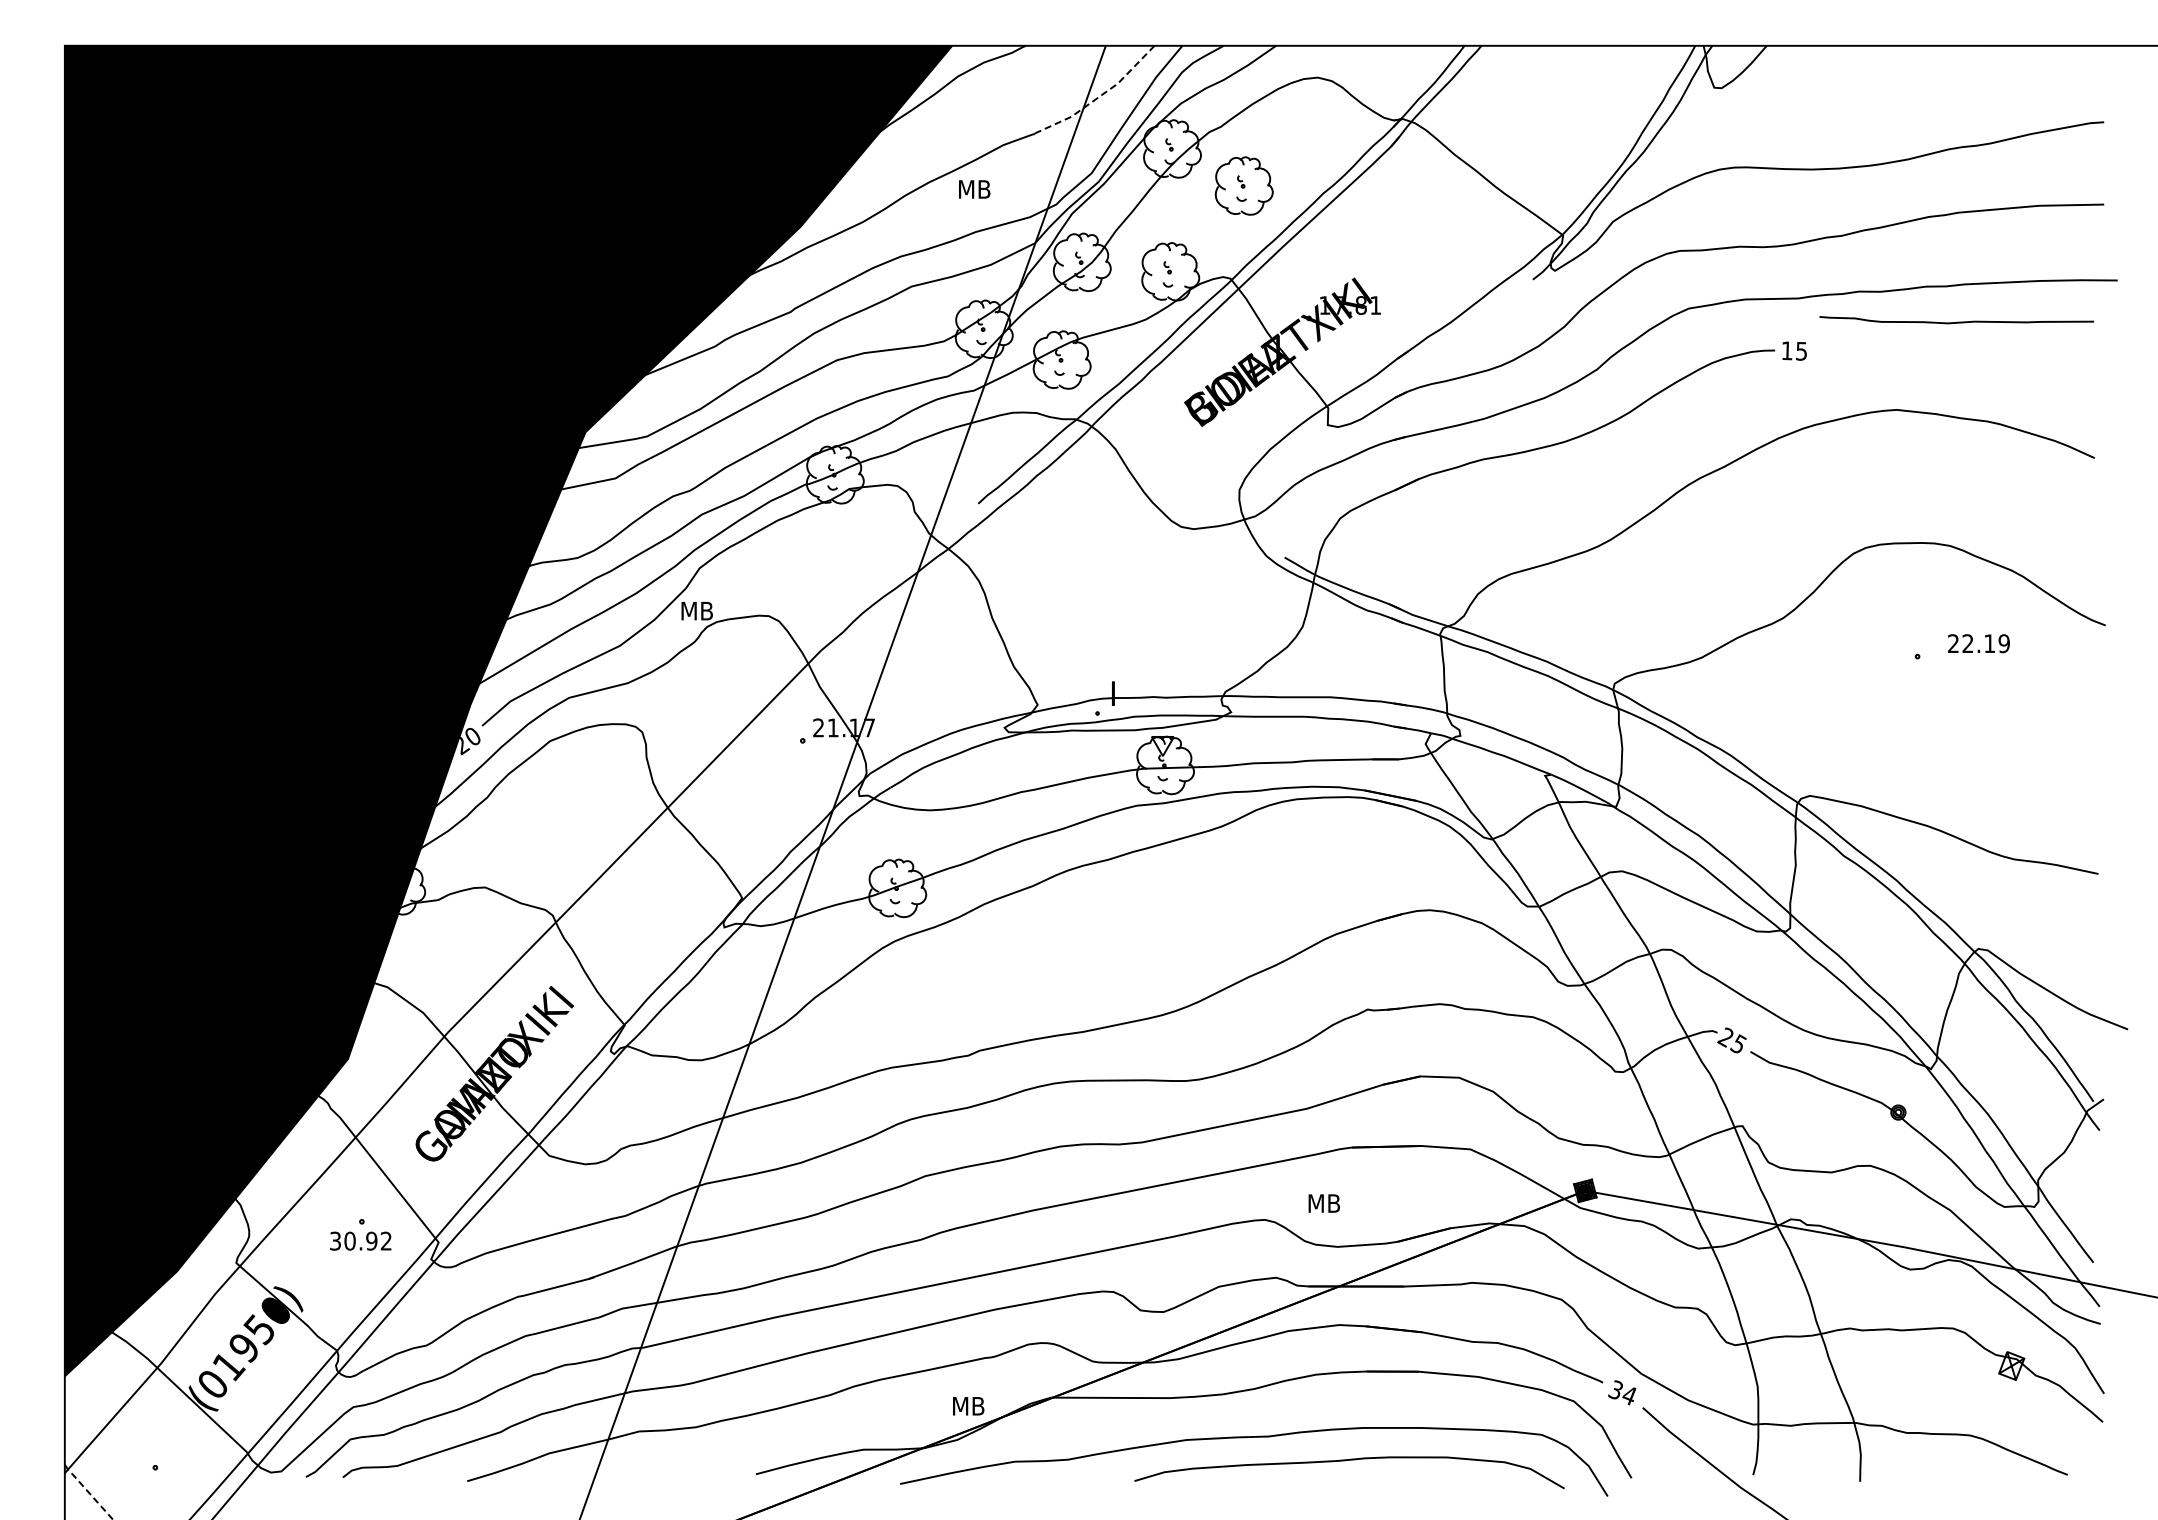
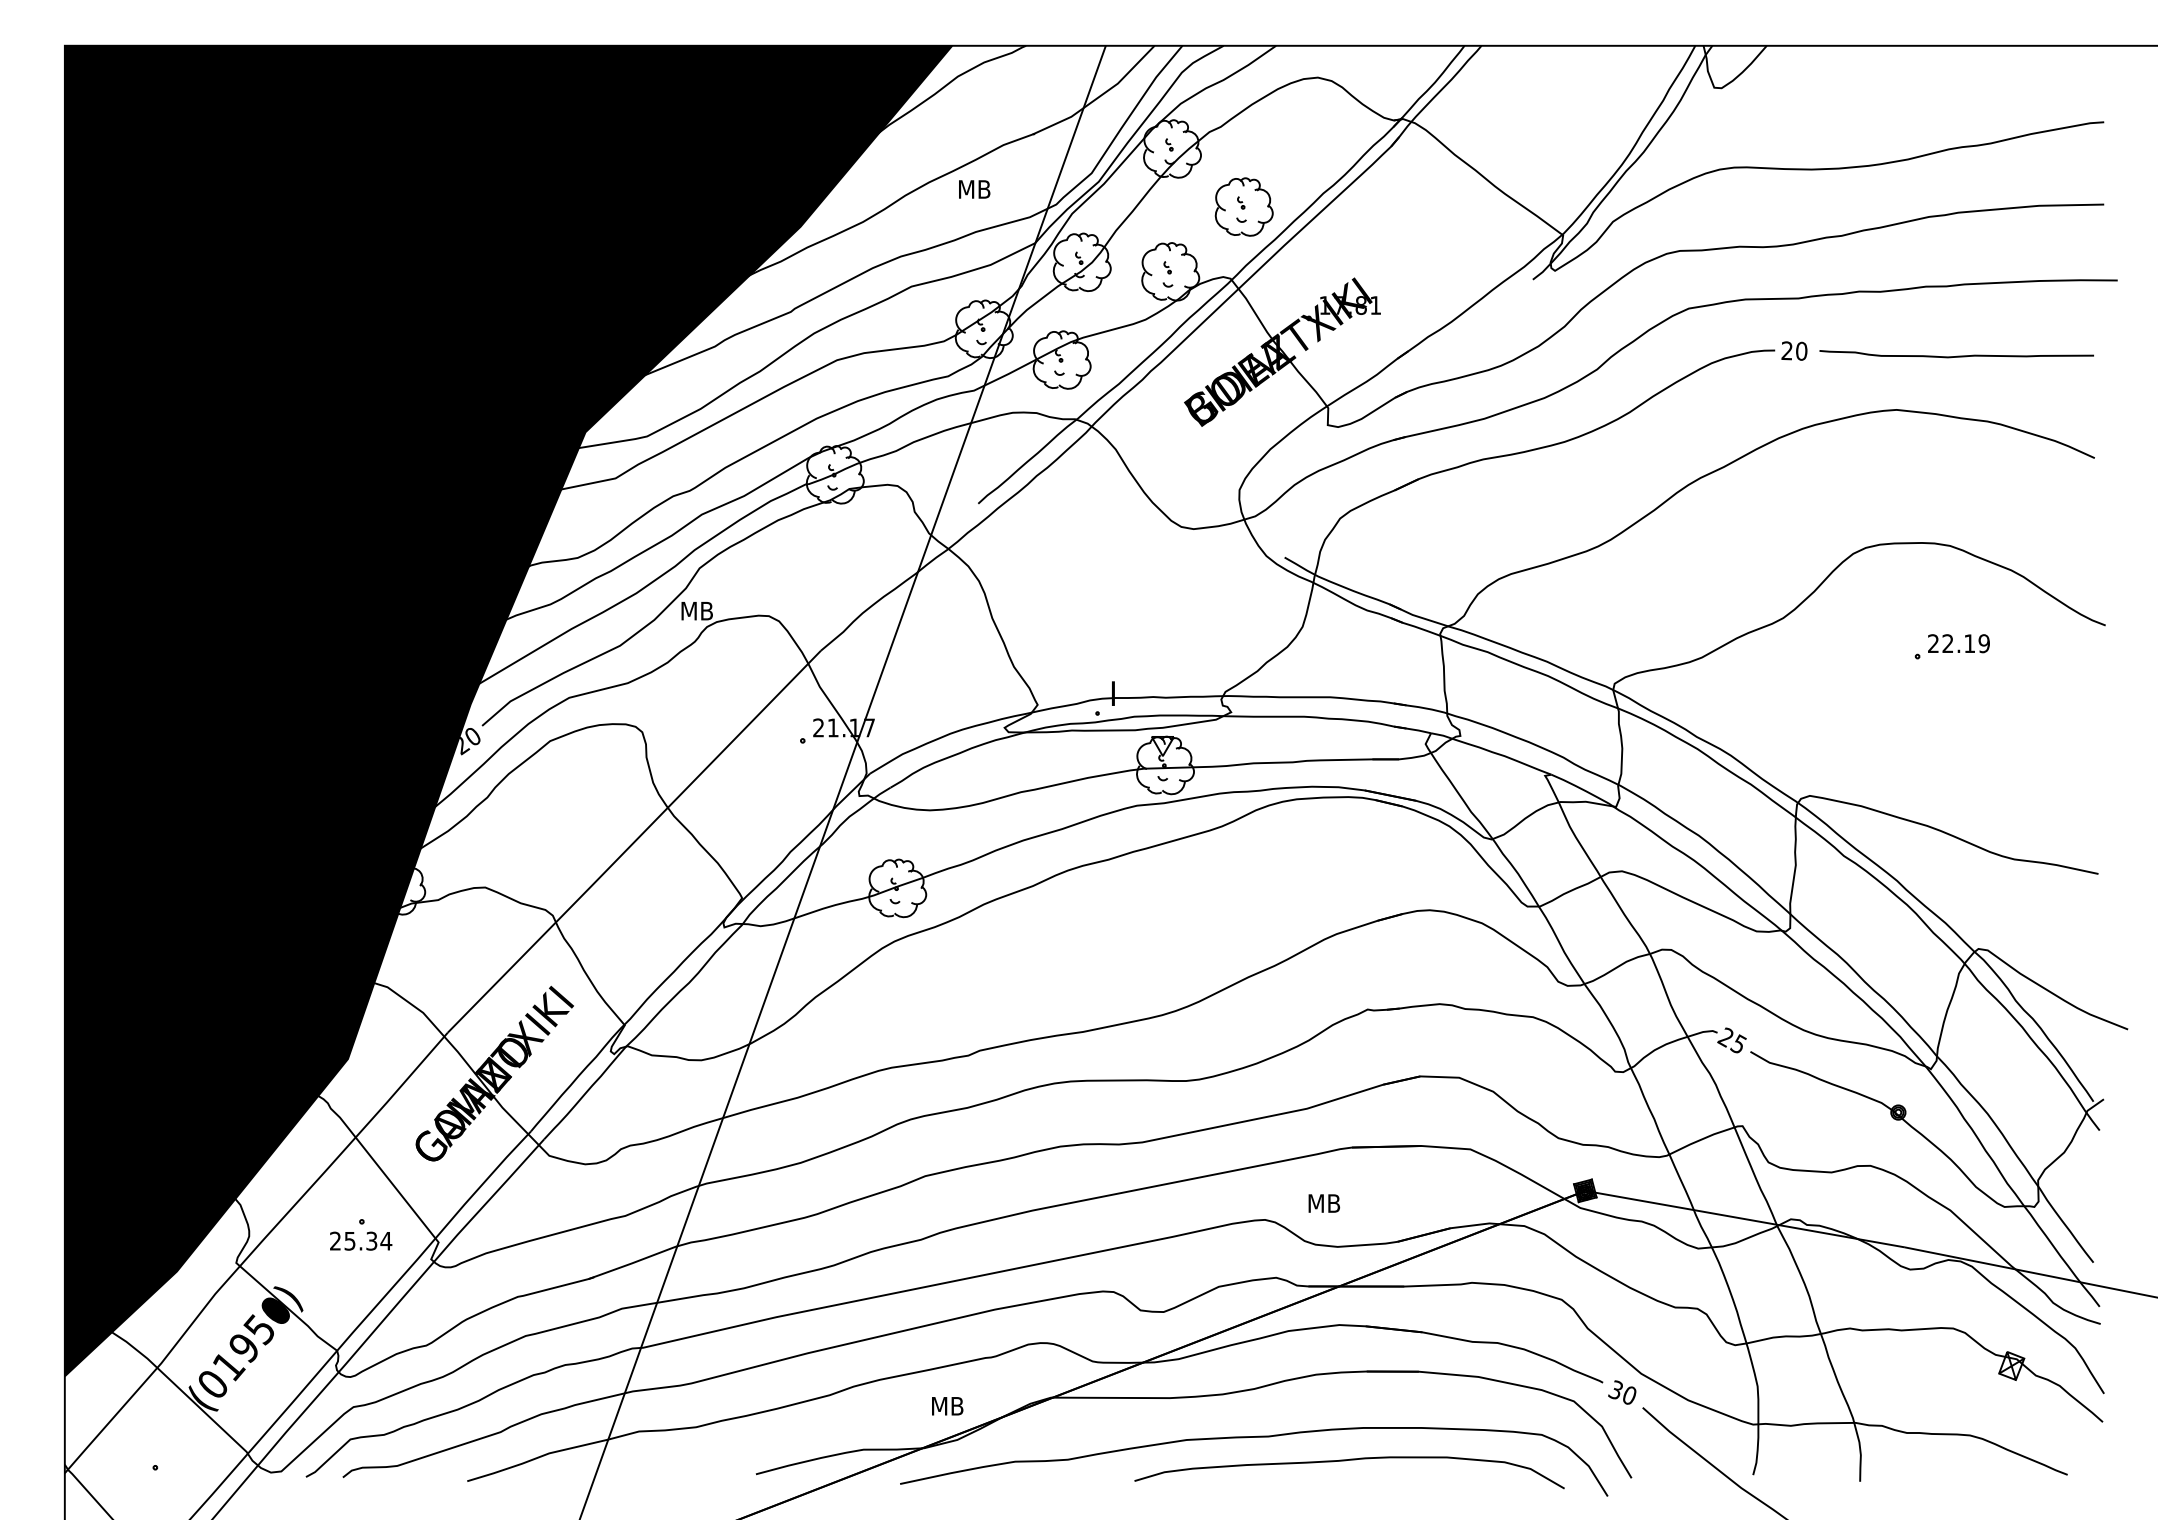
line at (1098, 97): dashed -> solid
part at (1243, 185) position: (1243, 185) -> (1243, 206)
curve at (1956, 321) position: (1956, 321) -> (1956, 355)
text at (1794, 350): 15 -> 20
text at (1978, 643) position: (1978, 643) -> (1958, 643)
text at (361, 1240): 30.92 -> 25.34
text at (1629, 1395): 34 -> 30
text at (968, 1406) position: (968, 1406) -> (947, 1406)
line at (87, 1491): dashed -> solid
